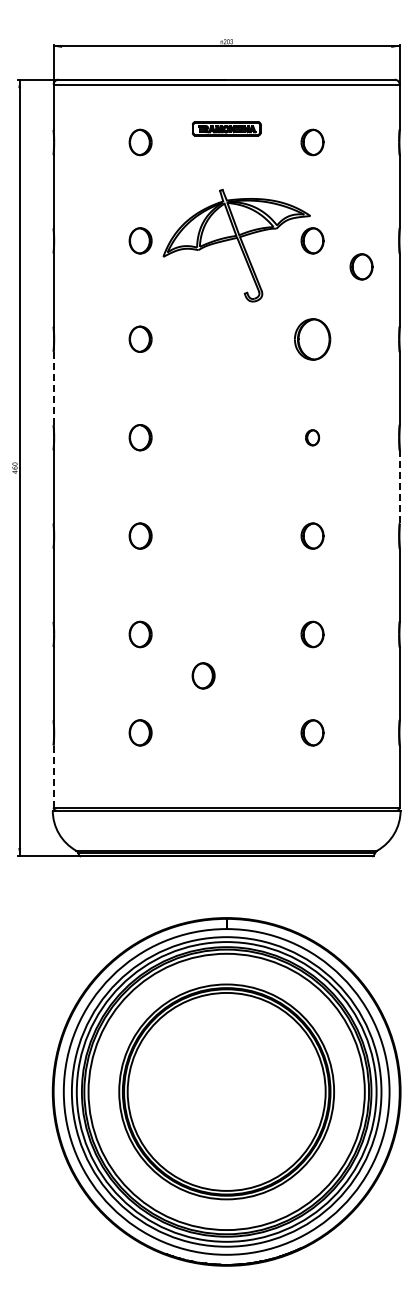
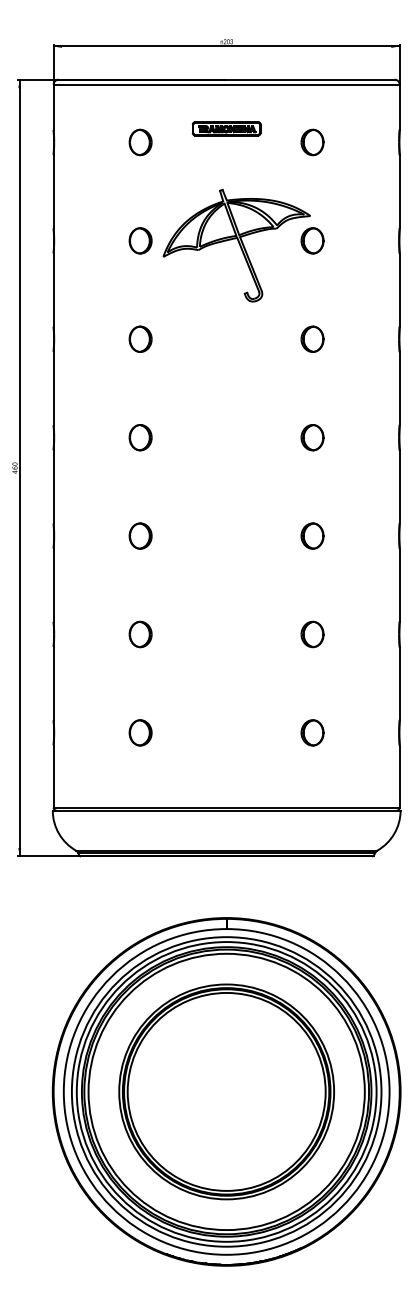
part at (361, 266): present -> none
part at (312, 339) size: 38x43 px -> 25x28 px
line at (53, 389): dashed -> solid
part at (312, 437) size: 15x18 px -> 25x28 px
line at (399, 487): dashed -> solid
part at (203, 675): present -> none
line at (53, 777): dashed -> solid
